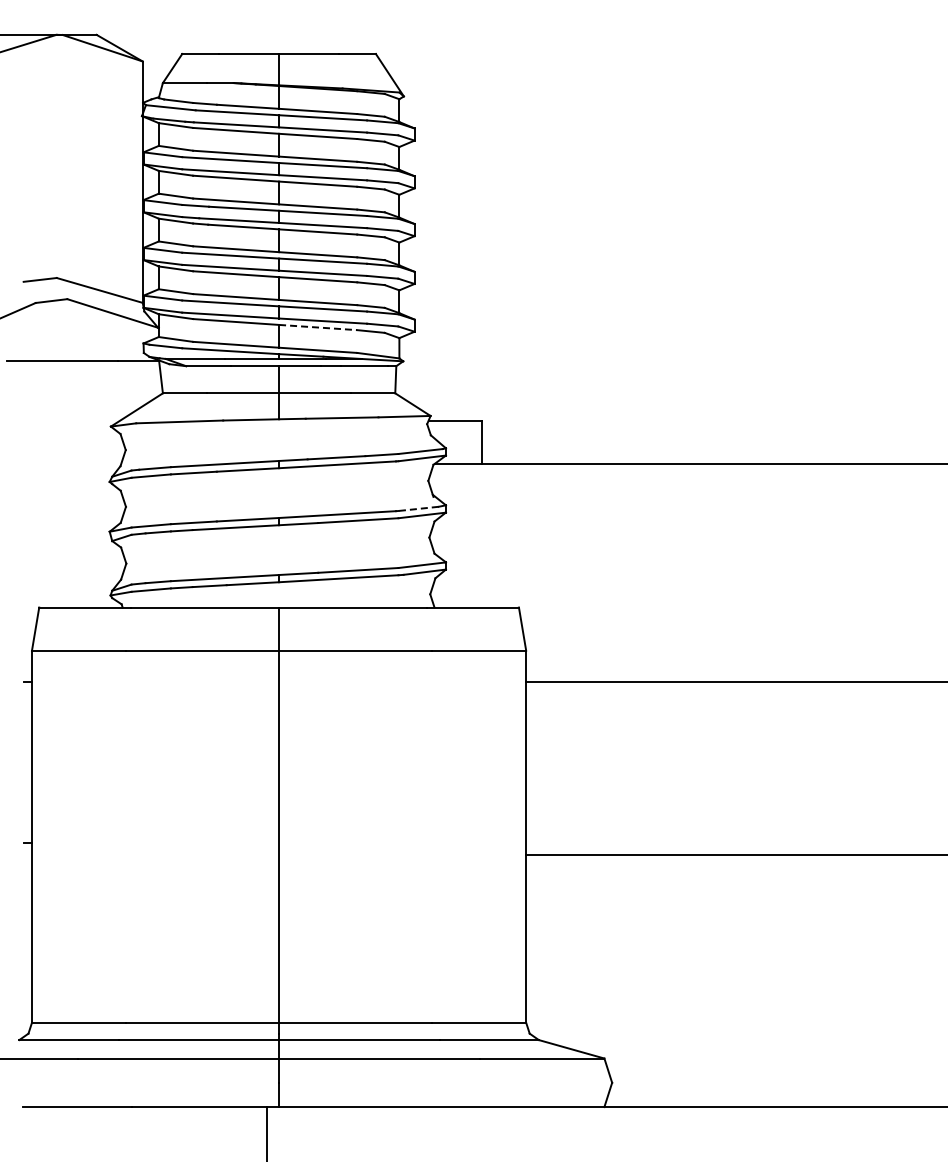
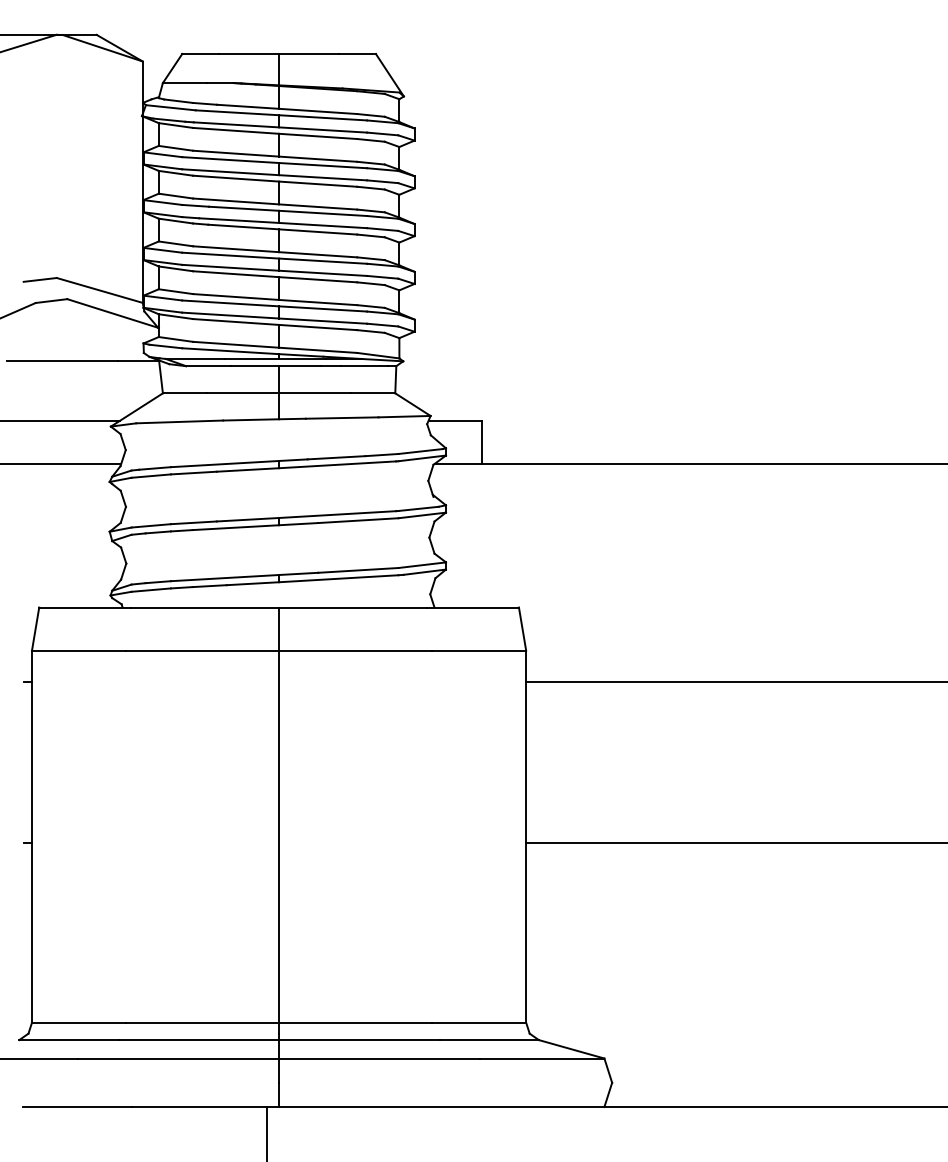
line at (318, 327): dashed -> solid
line at (60, 420): none -> present
line at (61, 463): none -> present
line at (418, 508): dashed -> solid
line at (735, 855) position: (735, 855) -> (735, 843)
